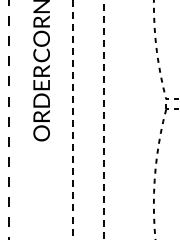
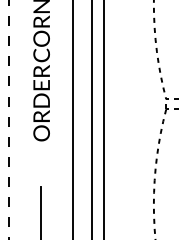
line at (91, 119): none -> present
line at (104, 119): dashed -> solid
line at (73, 120): dashed -> solid
line at (40, 211): none -> present
